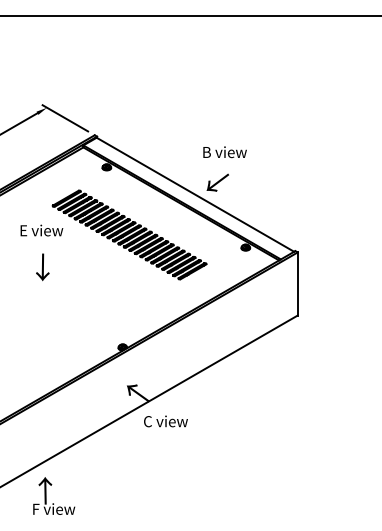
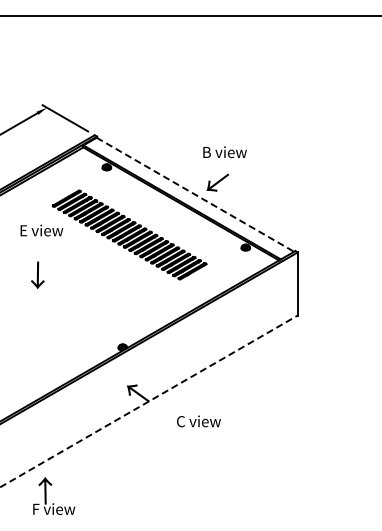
line at (195, 195): solid -> dashed
text at (42, 267) position: (42, 267) -> (37, 275)
line at (148, 401): solid -> dashed
text at (165, 421) position: (165, 421) -> (198, 421)
